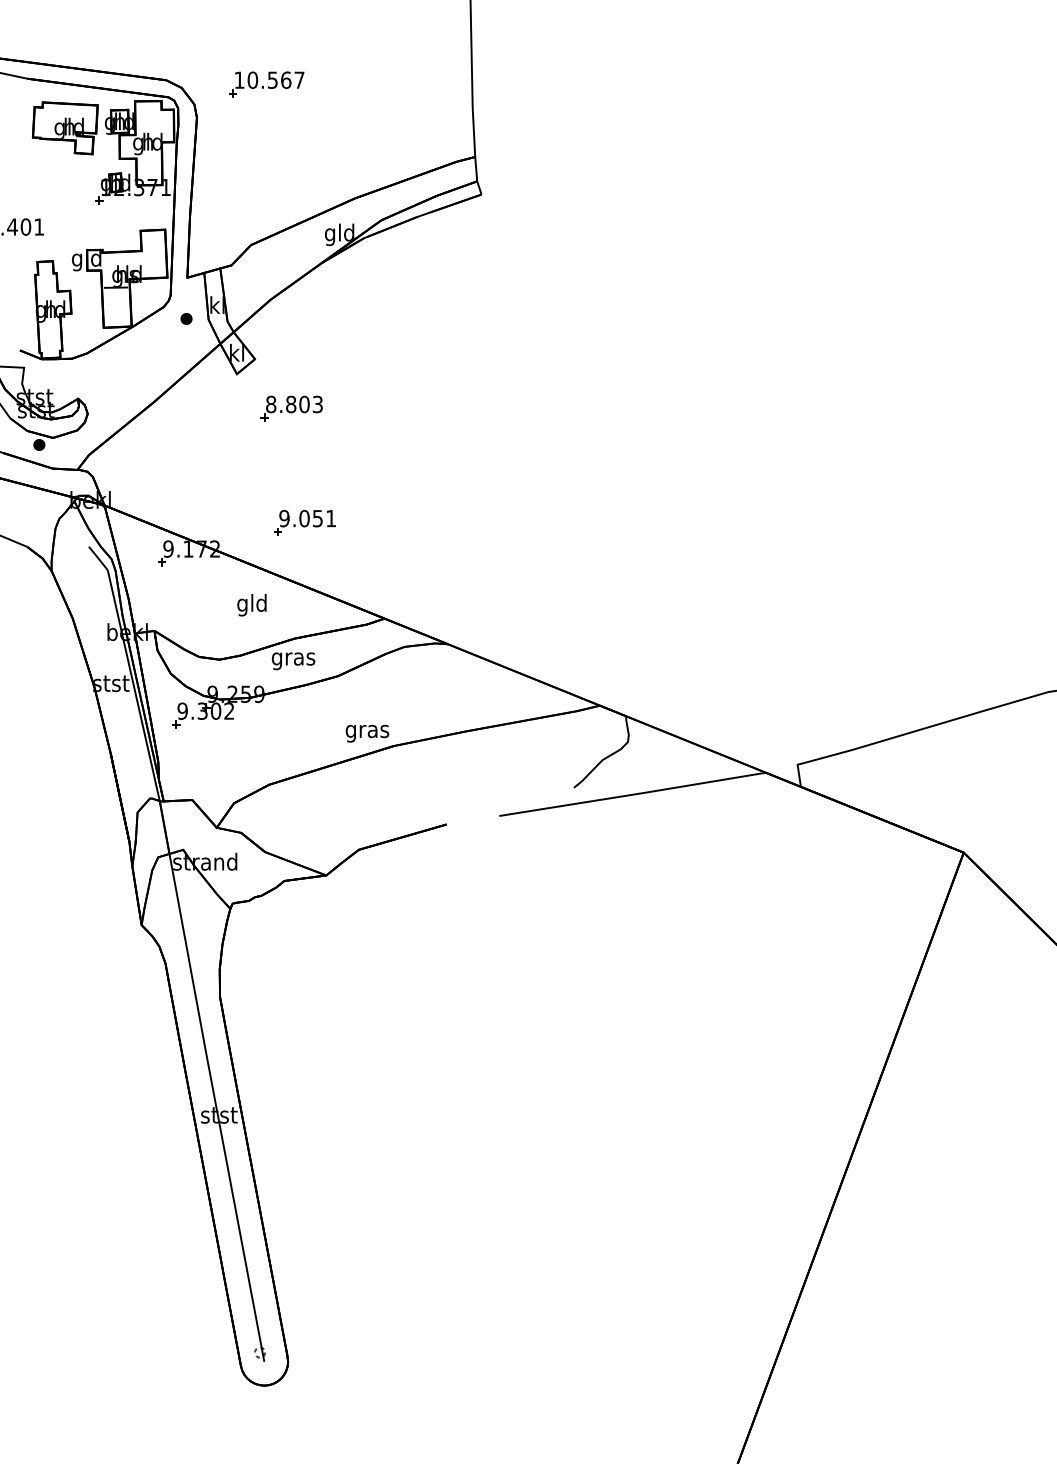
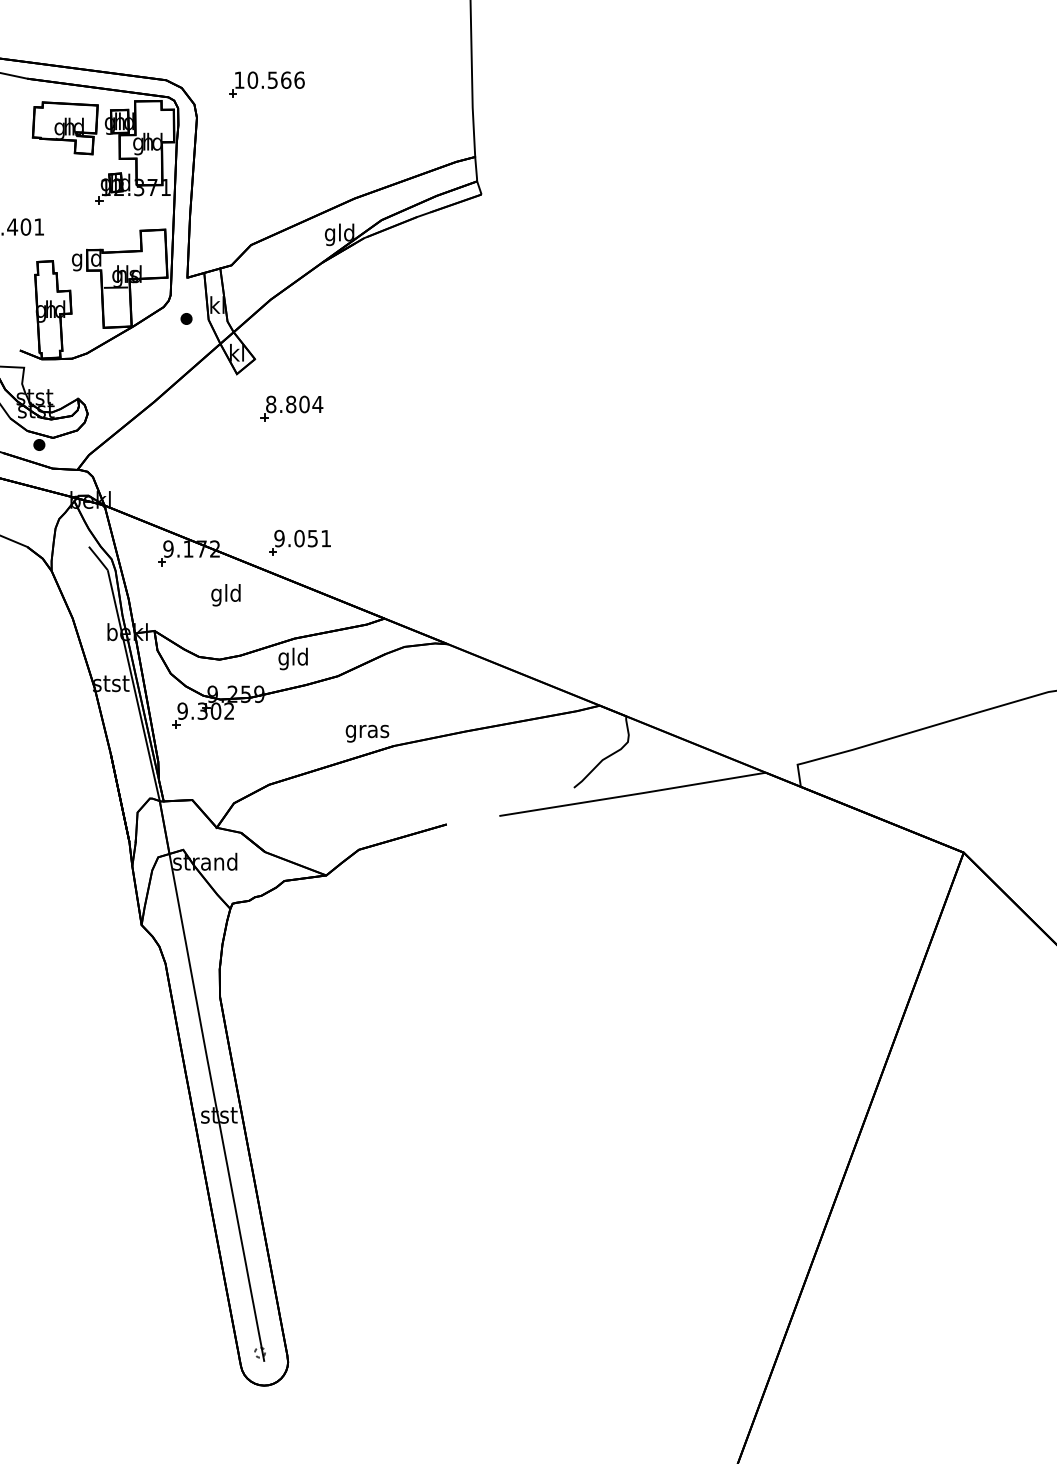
text at (299, 79): 10.567 -> 10.566
text at (317, 404): 8.803 -> 8.804
part at (304, 522) position: (304, 522) -> (299, 542)
text at (251, 605) position: (251, 605) -> (225, 595)
text at (293, 658): gras -> gld
